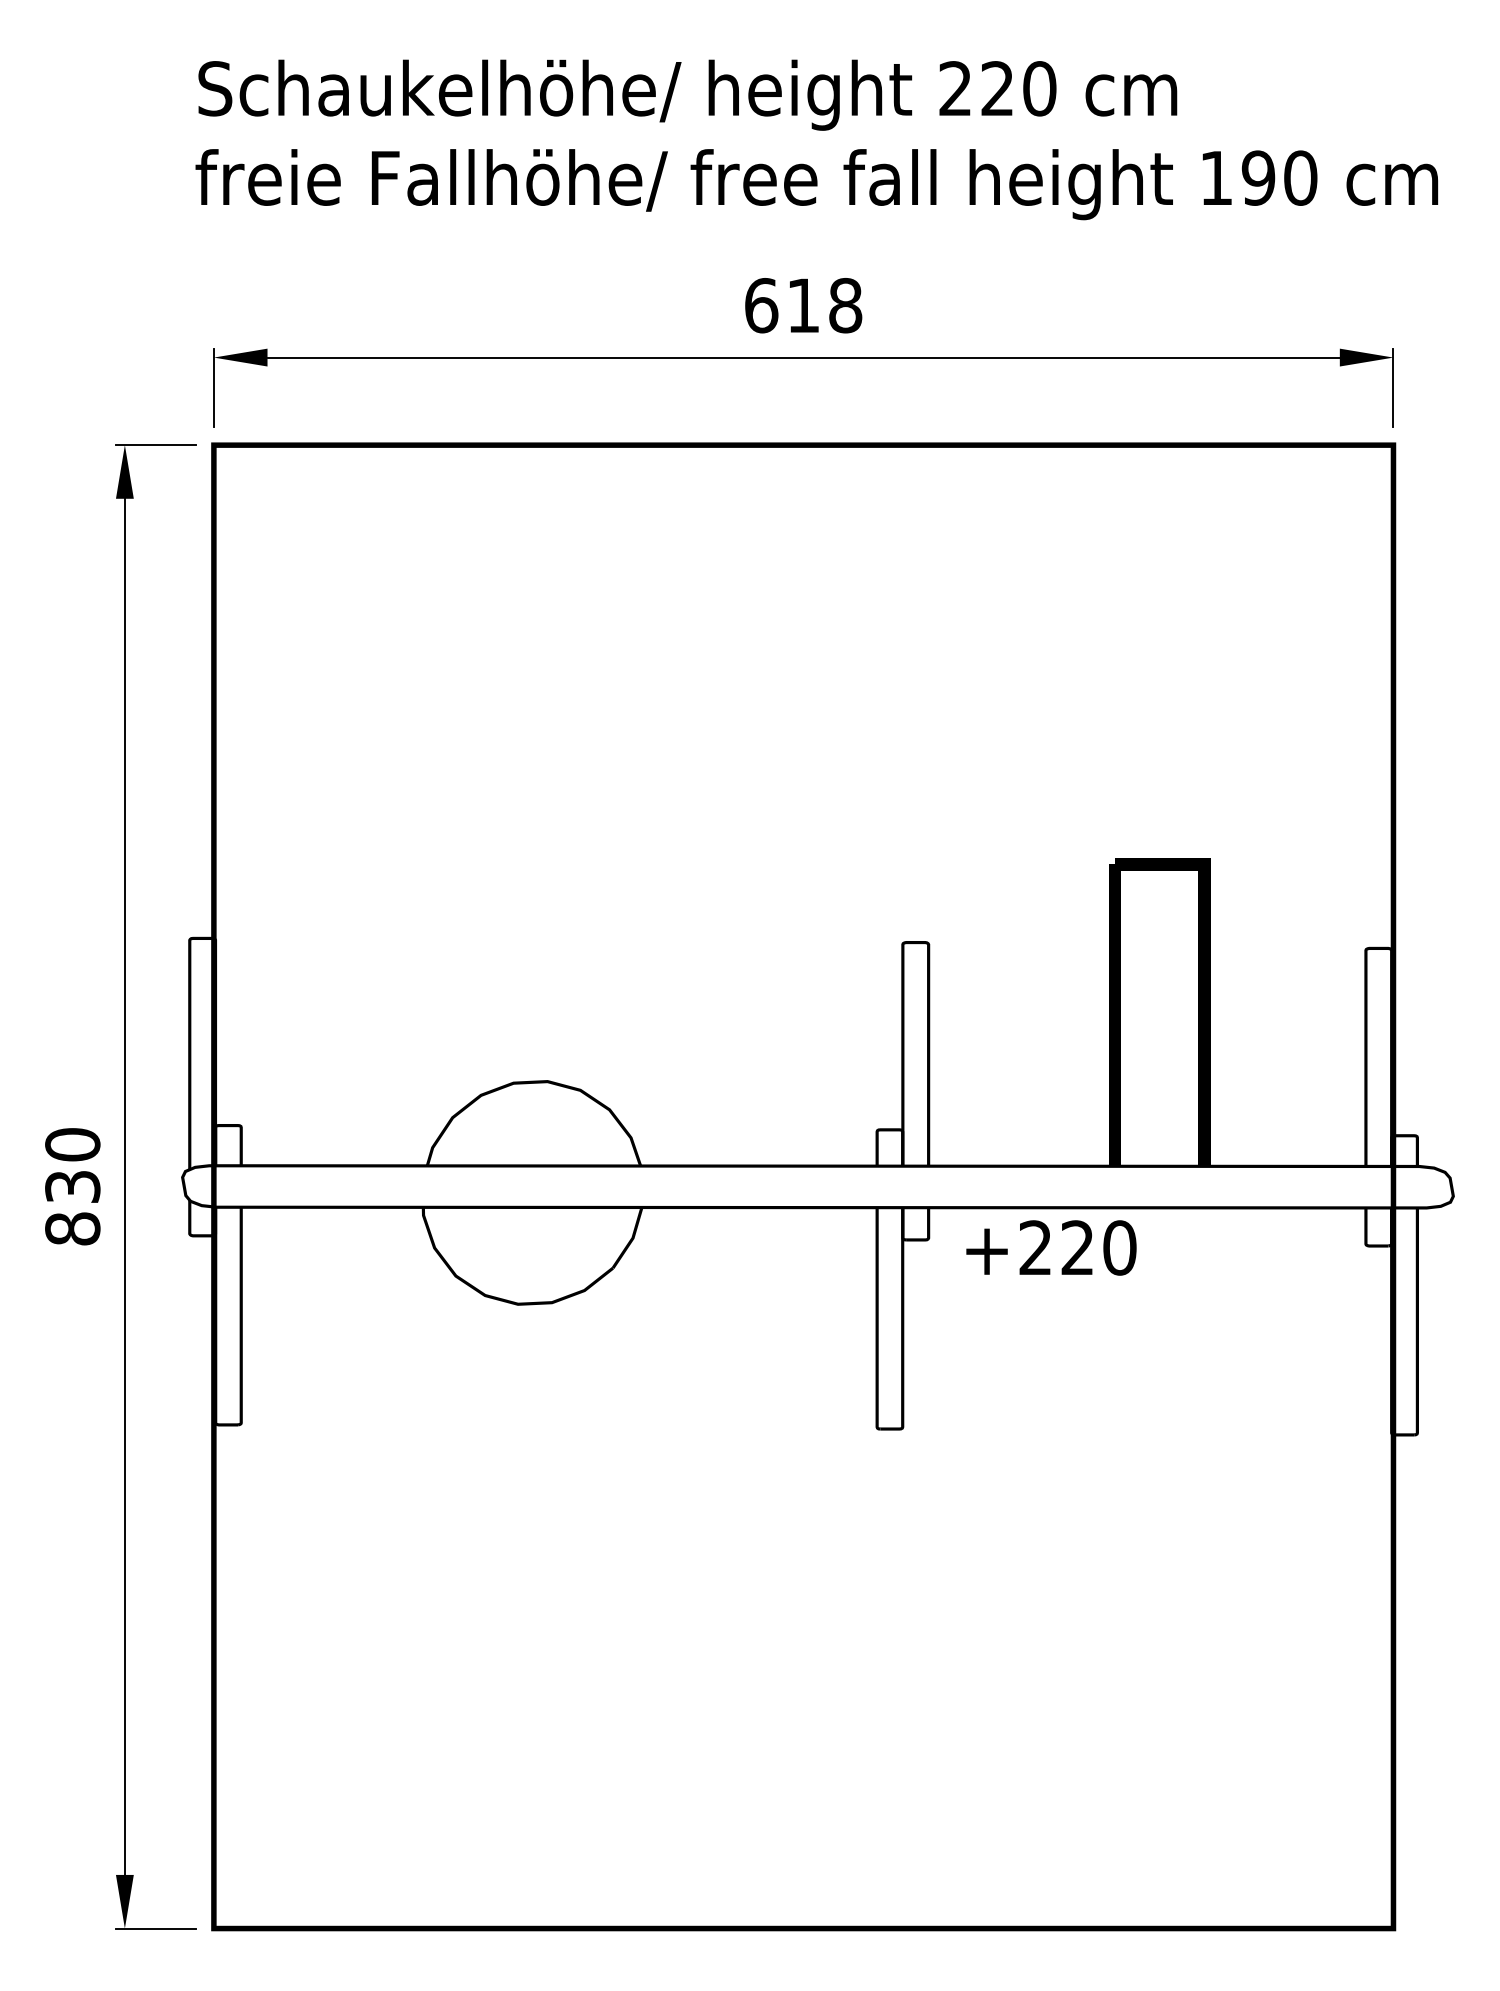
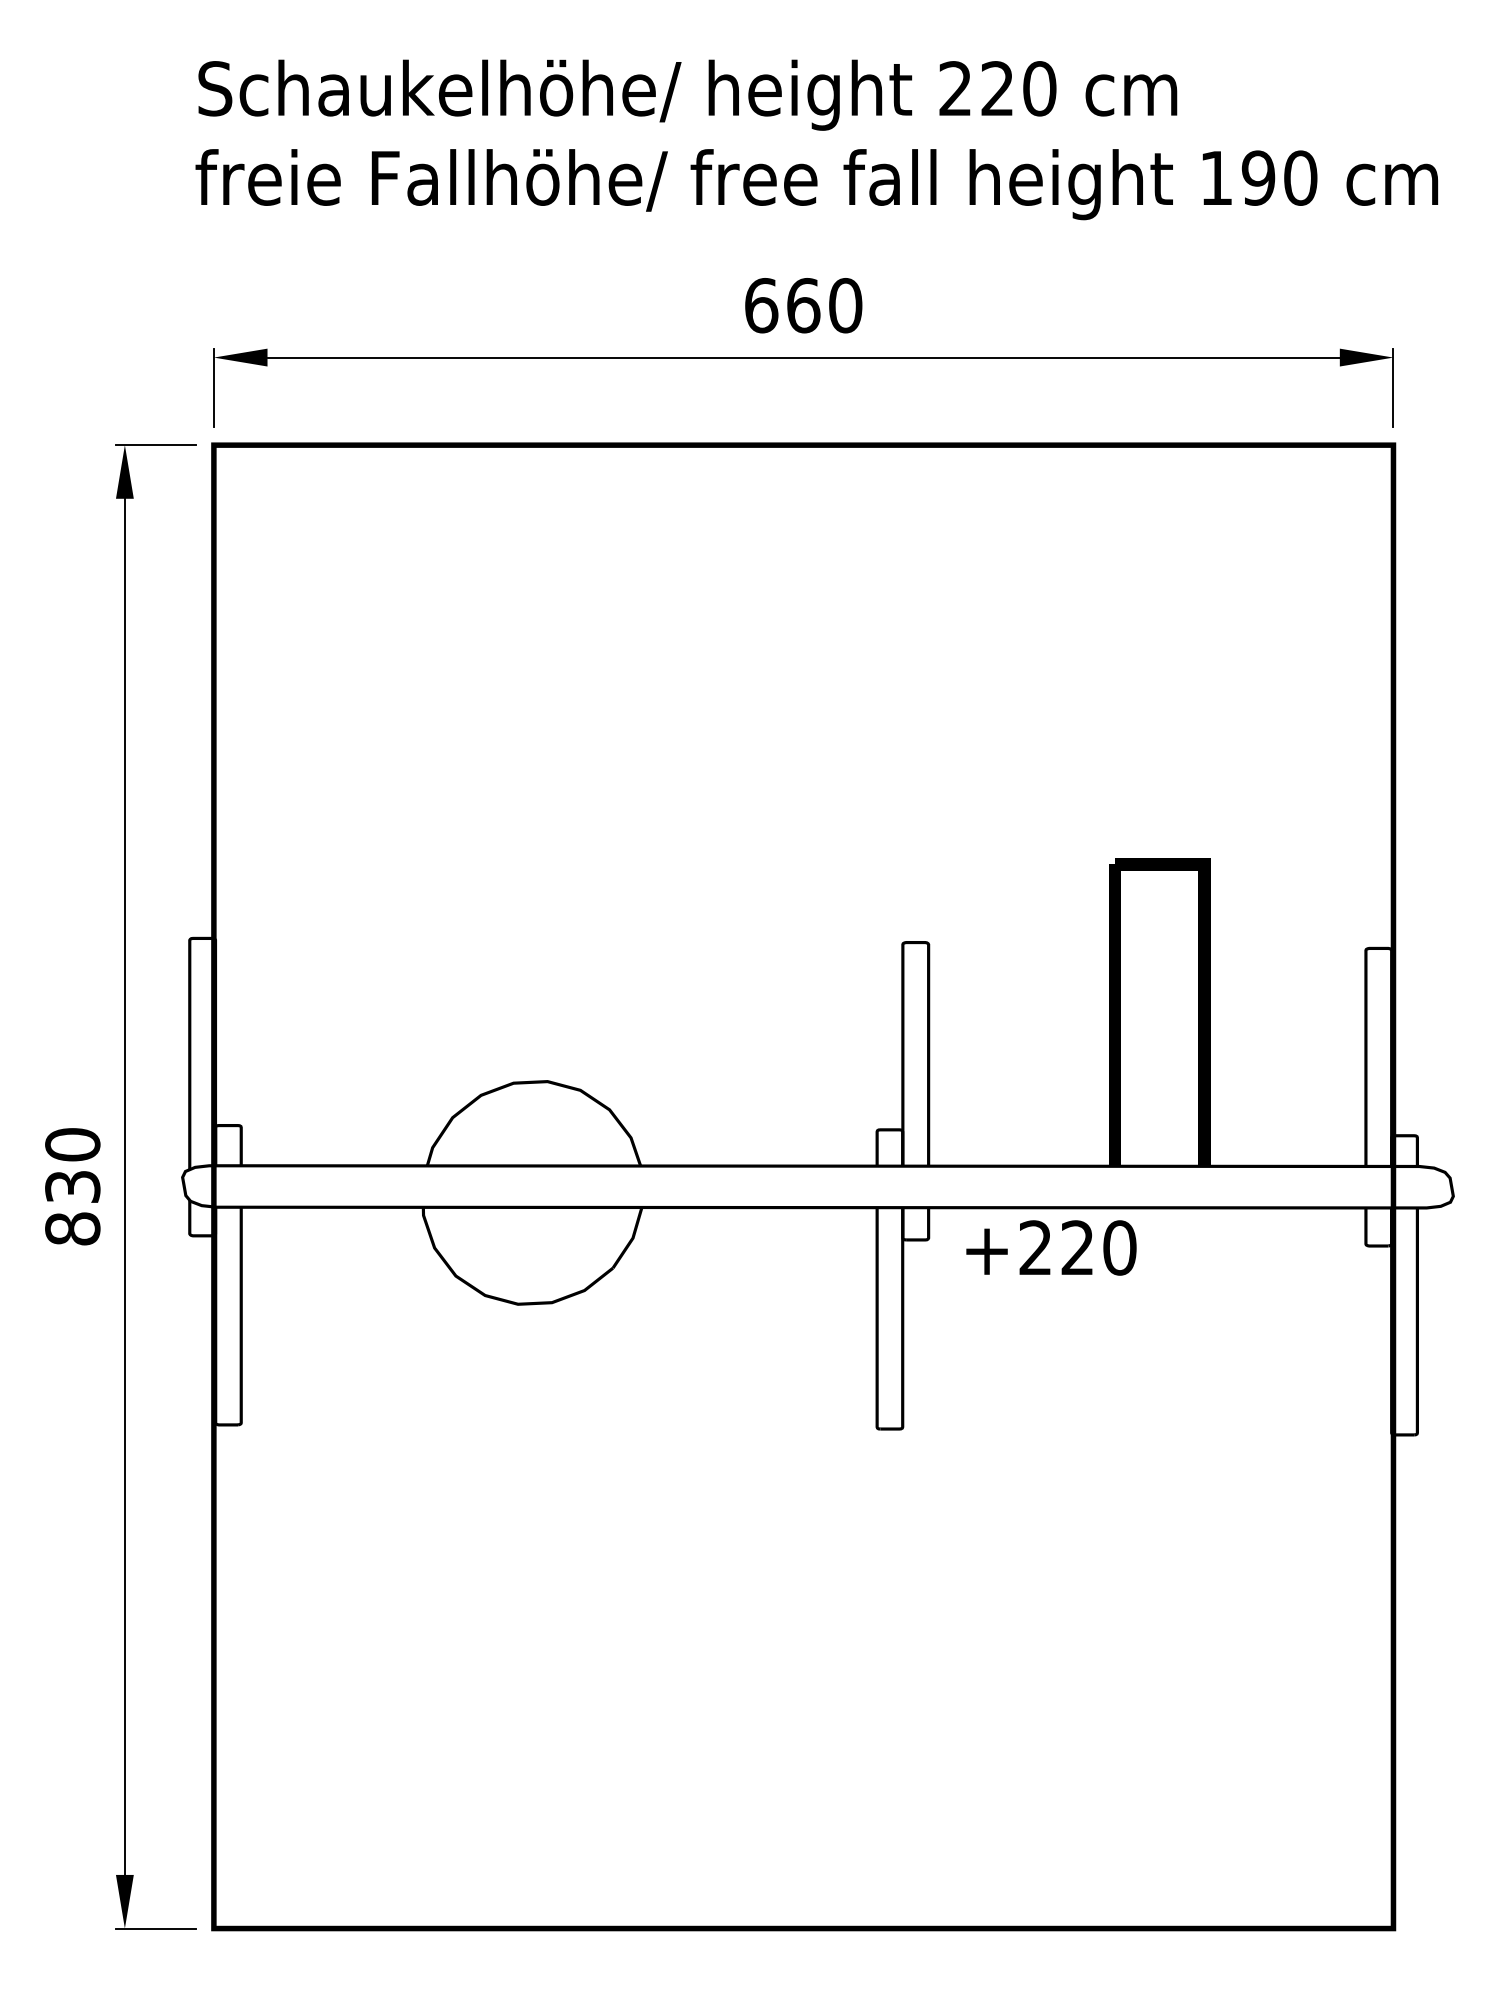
text at (824, 305): 618 -> 660
